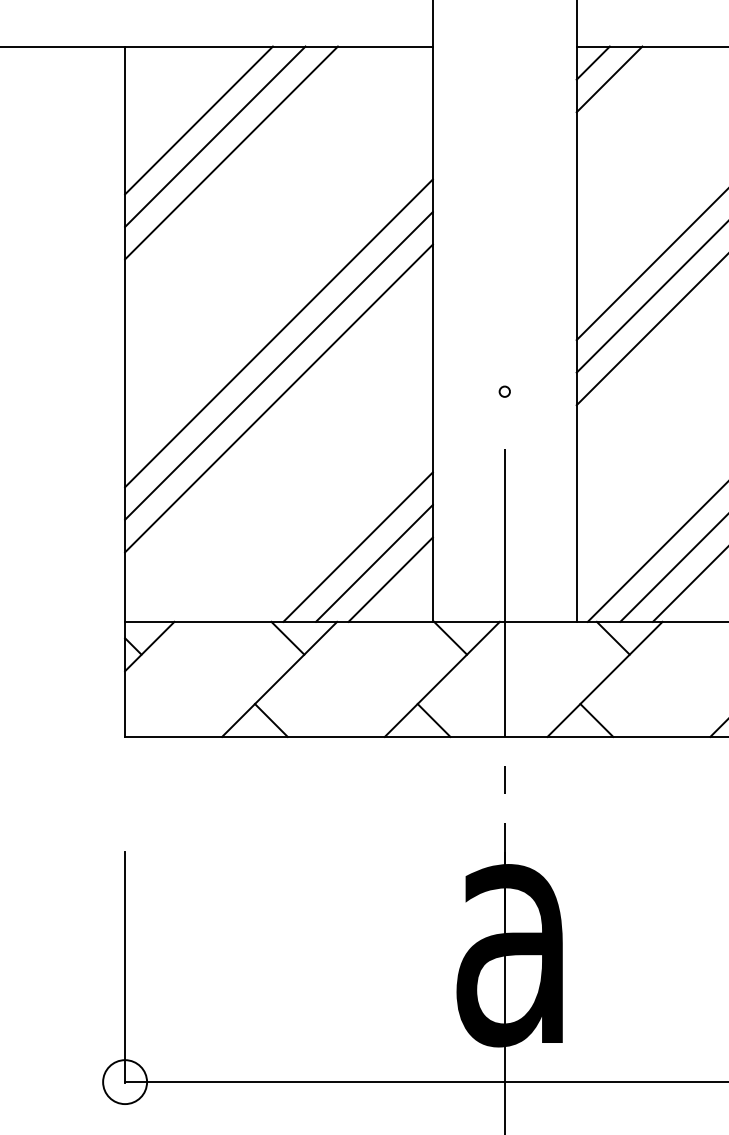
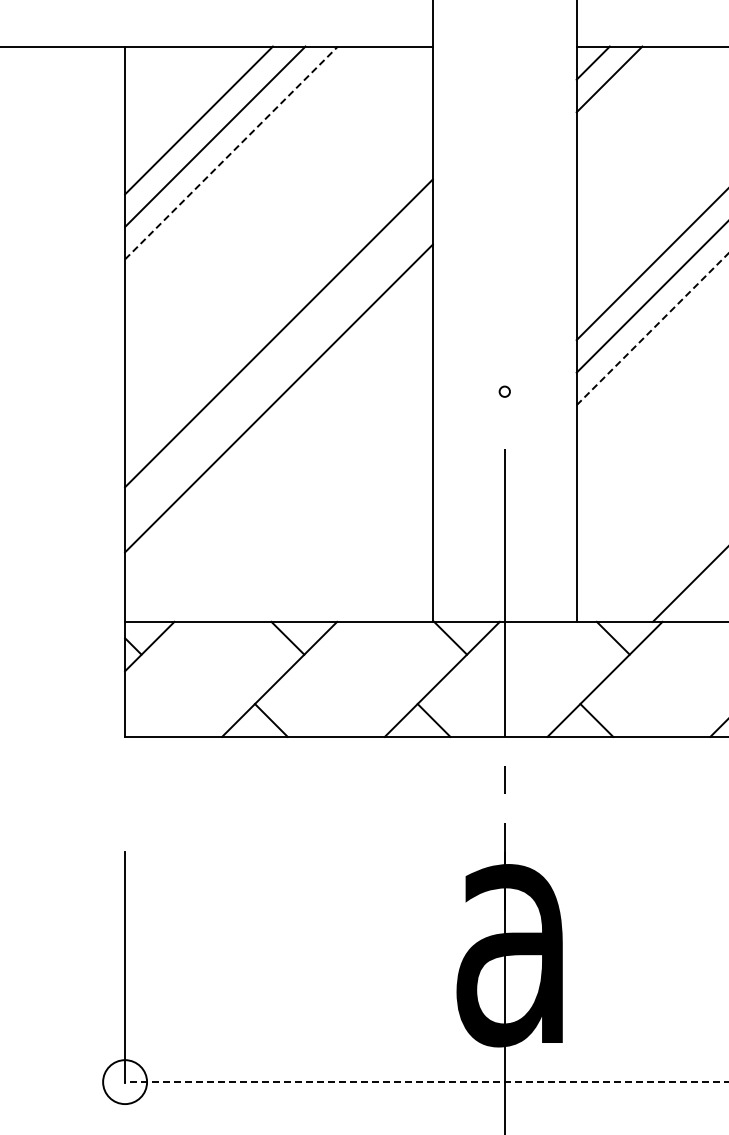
line at (231, 152): solid -> dashed
line at (652, 328): solid -> dashed
line at (278, 365): present -> none
line at (357, 546): present -> none
line at (656, 552): present -> none
line at (373, 562): present -> none
line at (672, 568): present -> none
line at (390, 579): present -> none
line at (426, 1082): solid -> dashed
